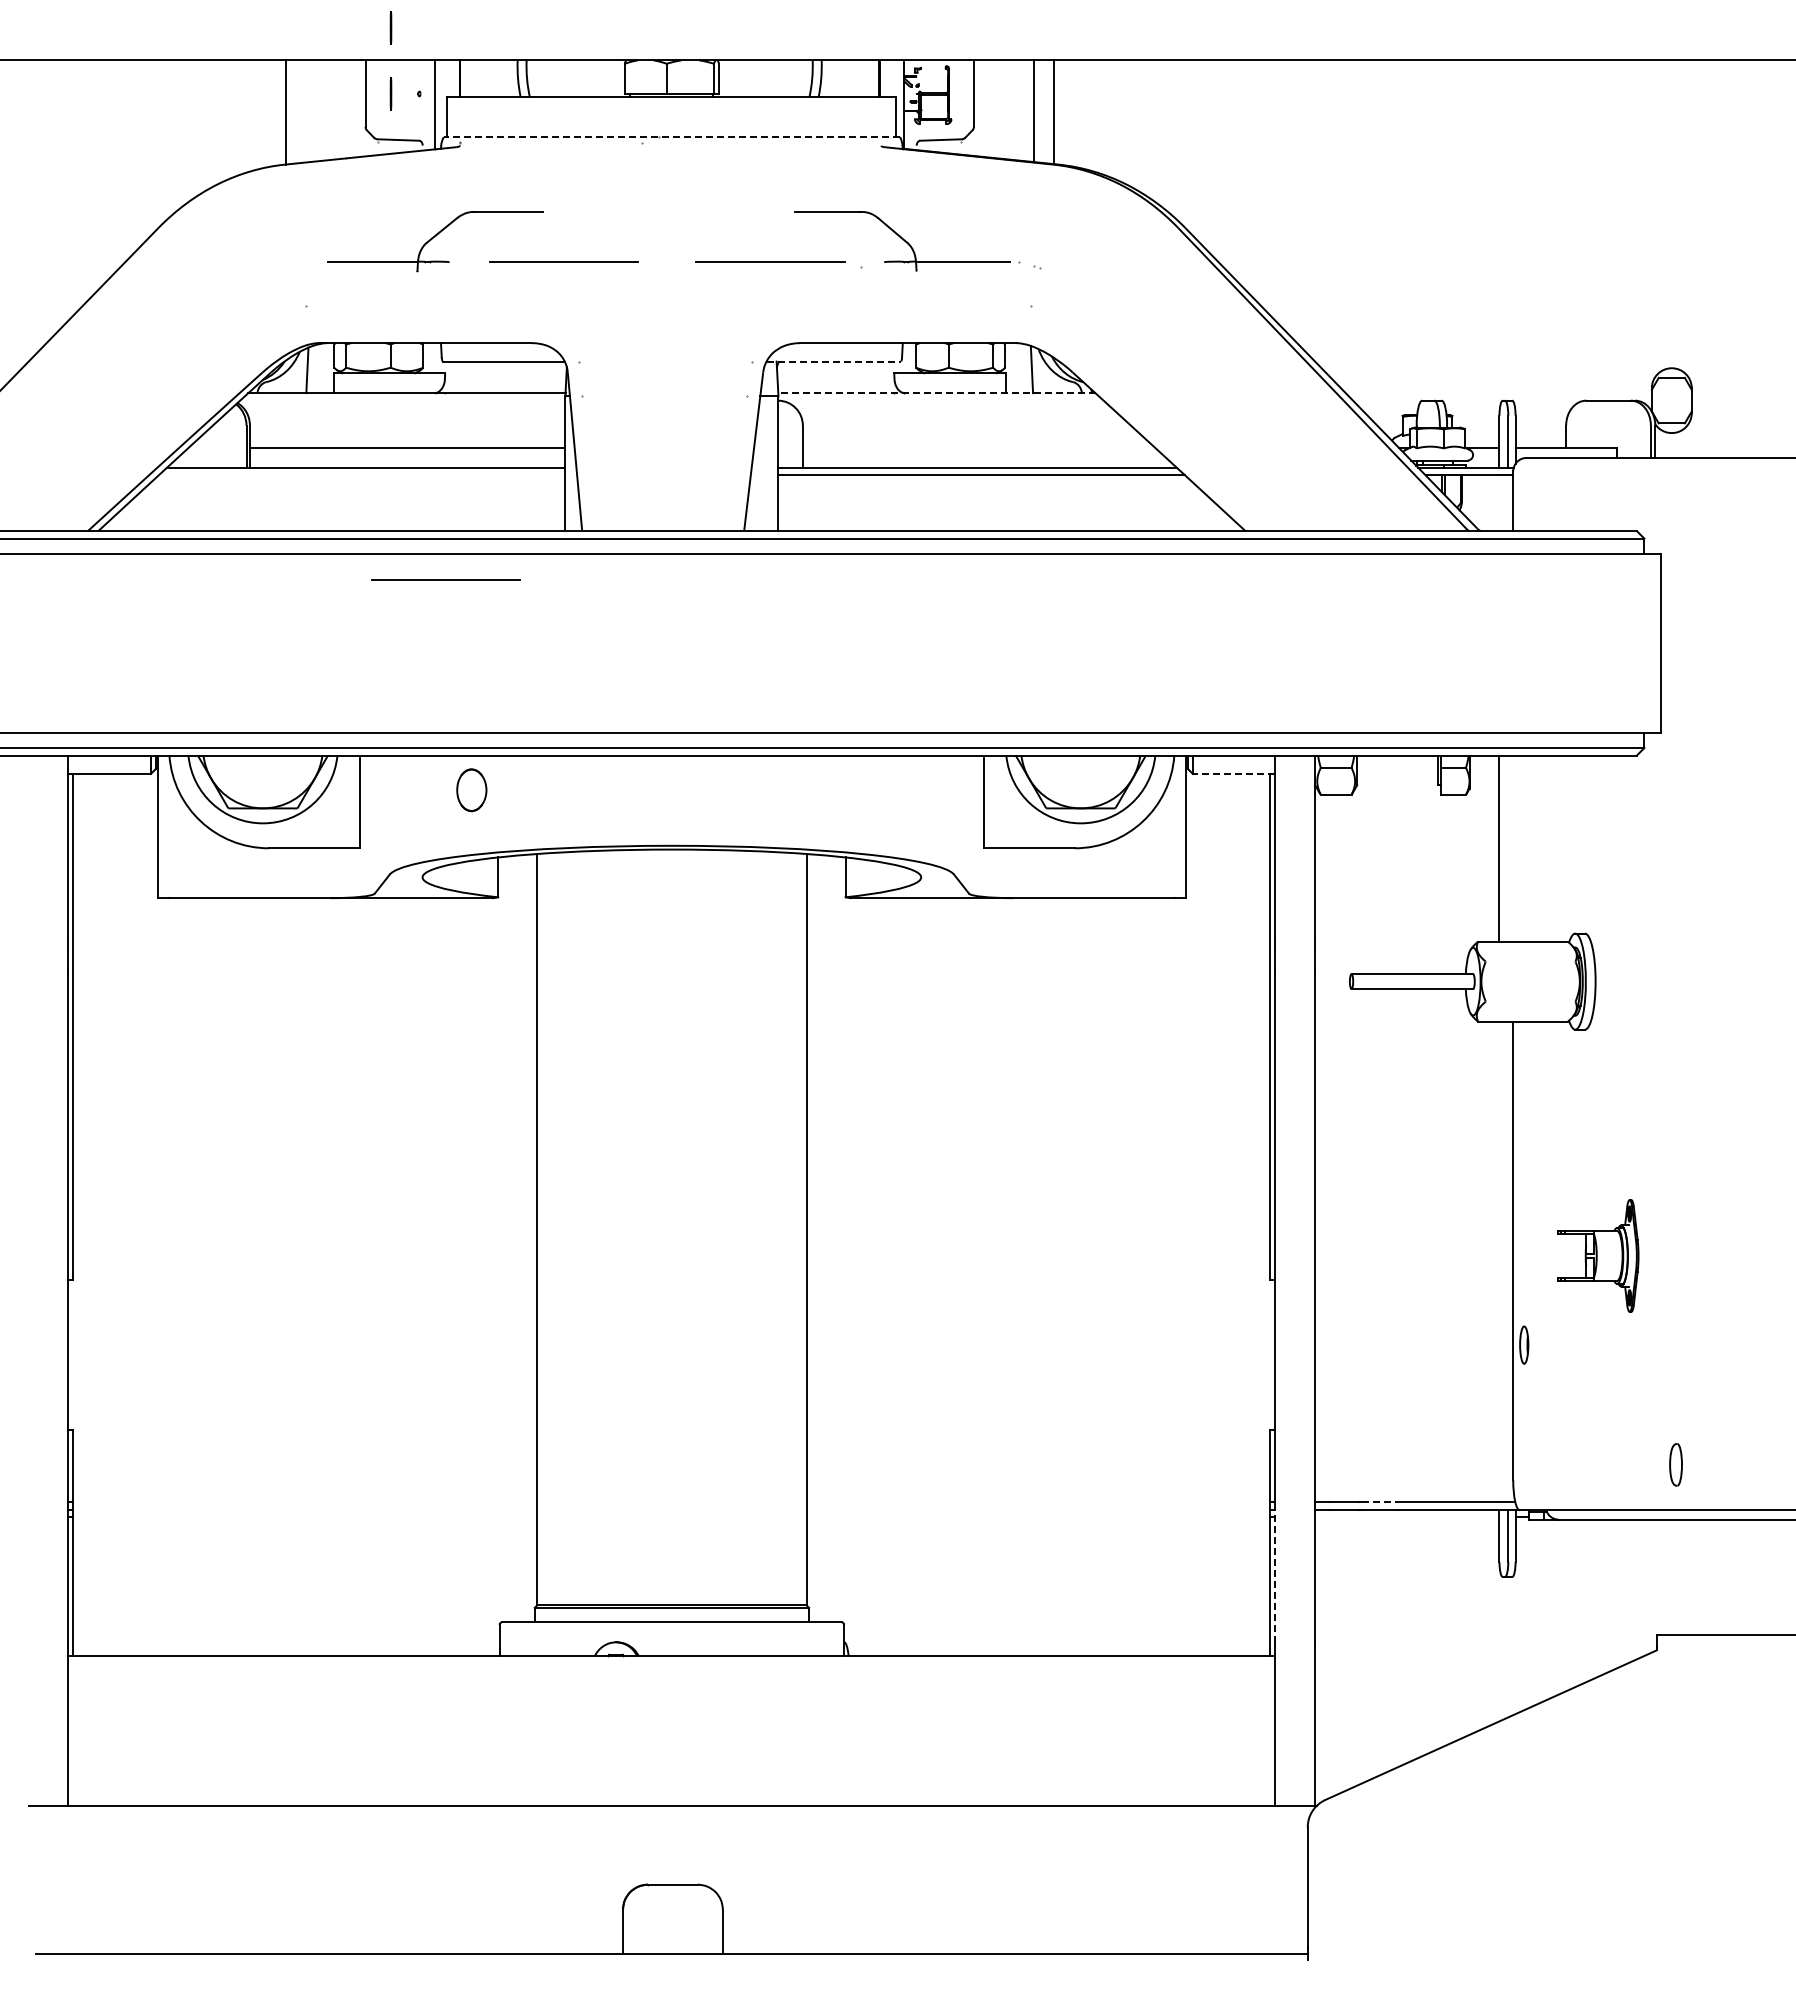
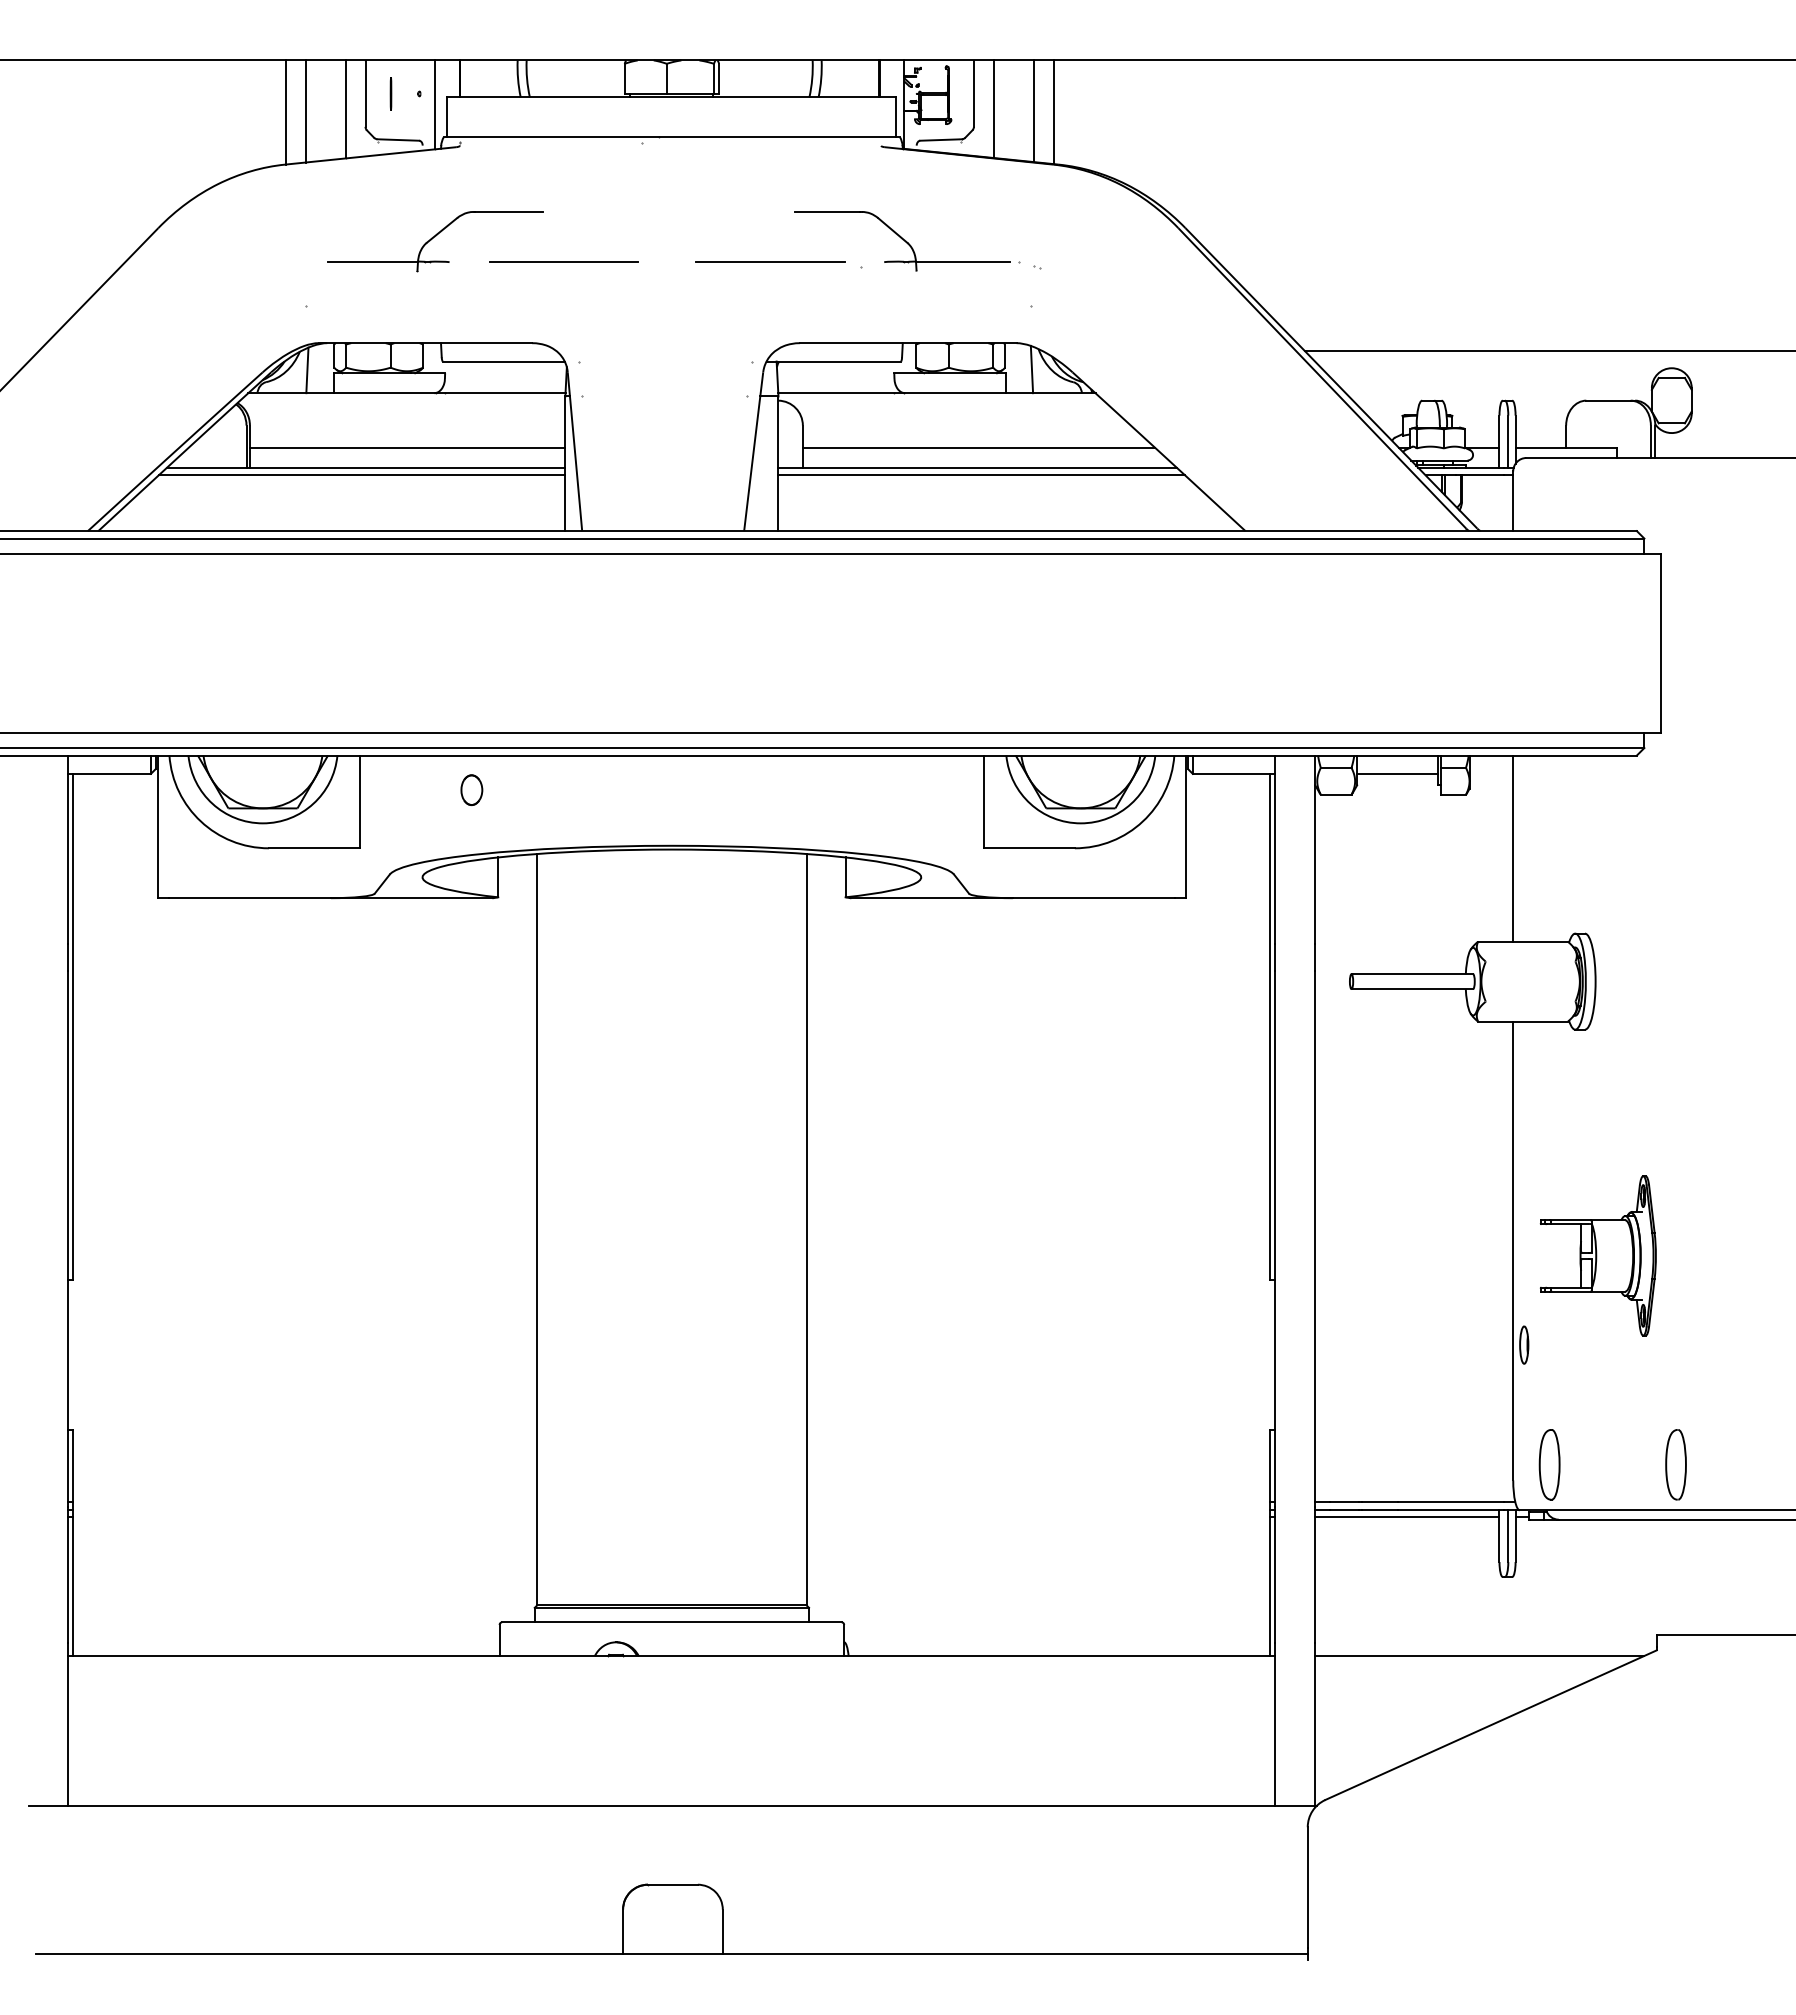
line at (390, 27): present -> none
line at (993, 108): none -> present
line at (345, 109): none -> present
line at (305, 111): none -> present
line at (671, 137): dashed -> solid
line at (1548, 350): none -> present
line at (834, 361): dashed -> solid
line at (936, 393): dashed -> solid
line at (978, 448): none -> present
line at (361, 475): none -> present
line at (445, 579): present -> none
line at (1233, 773): dashed -> solid
line at (1397, 773): none -> present
part at (471, 790) size: 32x45 px -> 24x32 px
line at (1499, 848) position: (1499, 848) -> (1513, 848)
part at (1598, 1255) size: 83x114 px -> 118x162 px
part at (1549, 1464): none -> present
part at (1675, 1464) size: 14x44 px -> 22x72 px
line at (1379, 1502): dashed -> solid
line at (1407, 1517): none -> present
line at (1275, 1574): dashed -> solid
line at (1479, 1656): none -> present
